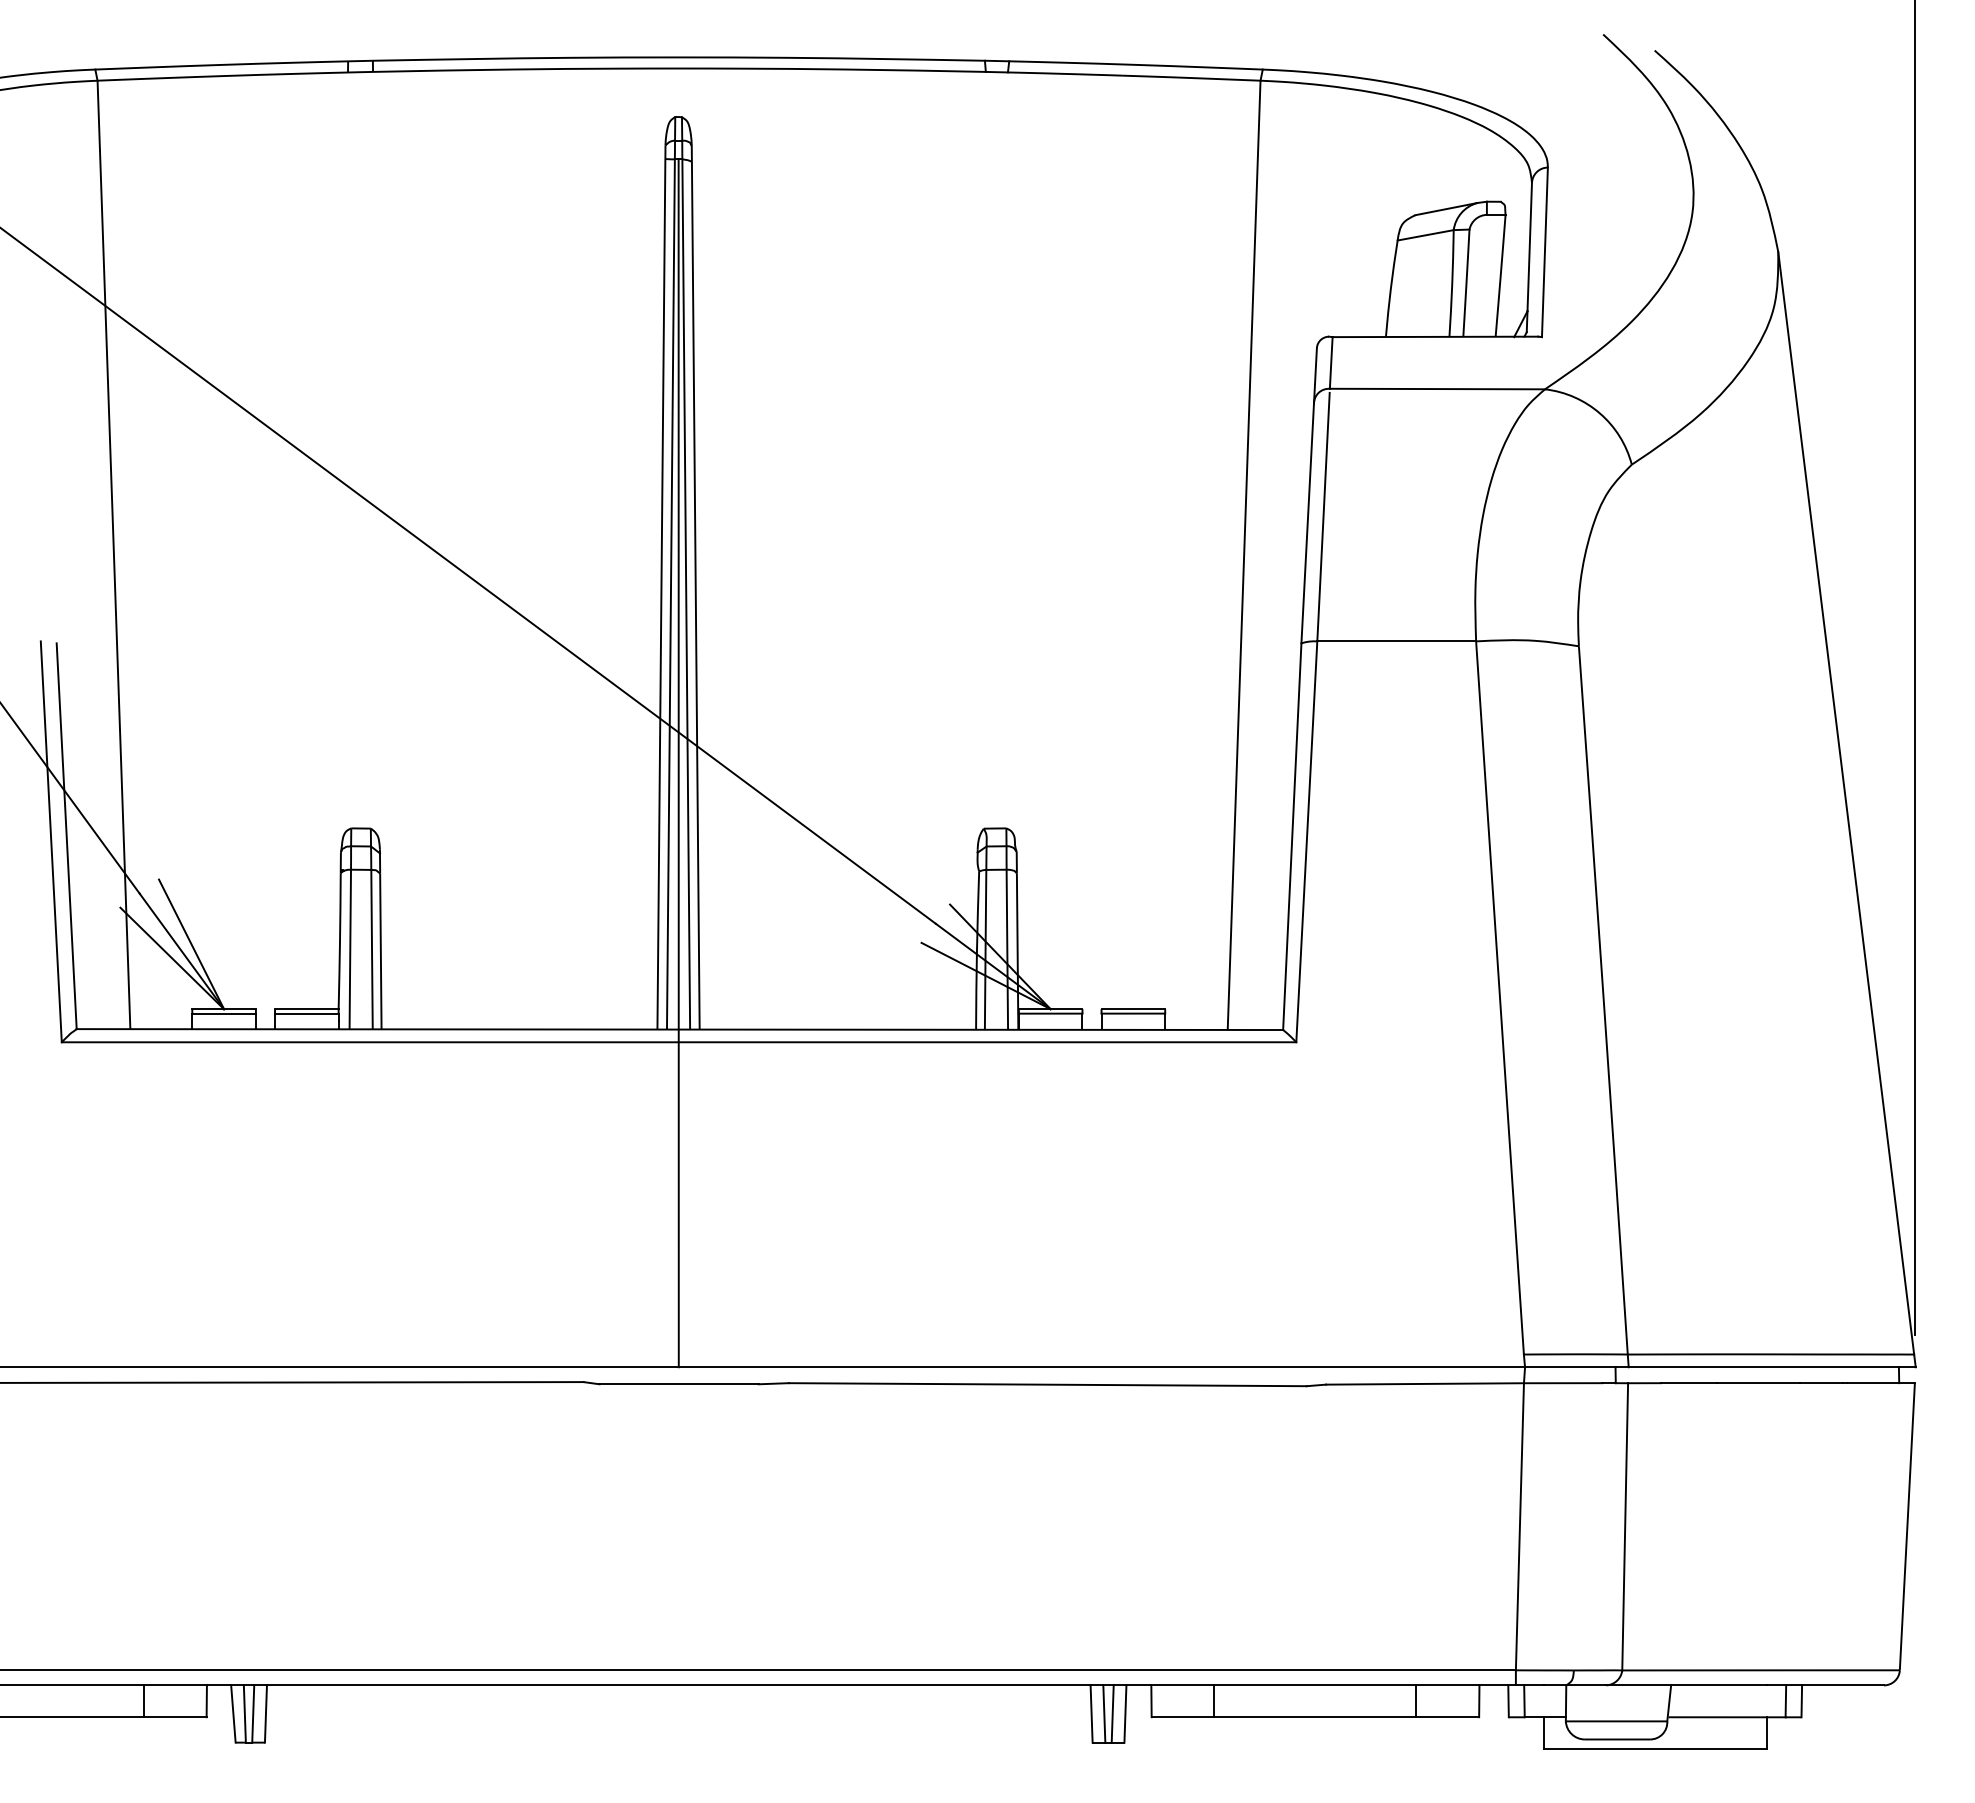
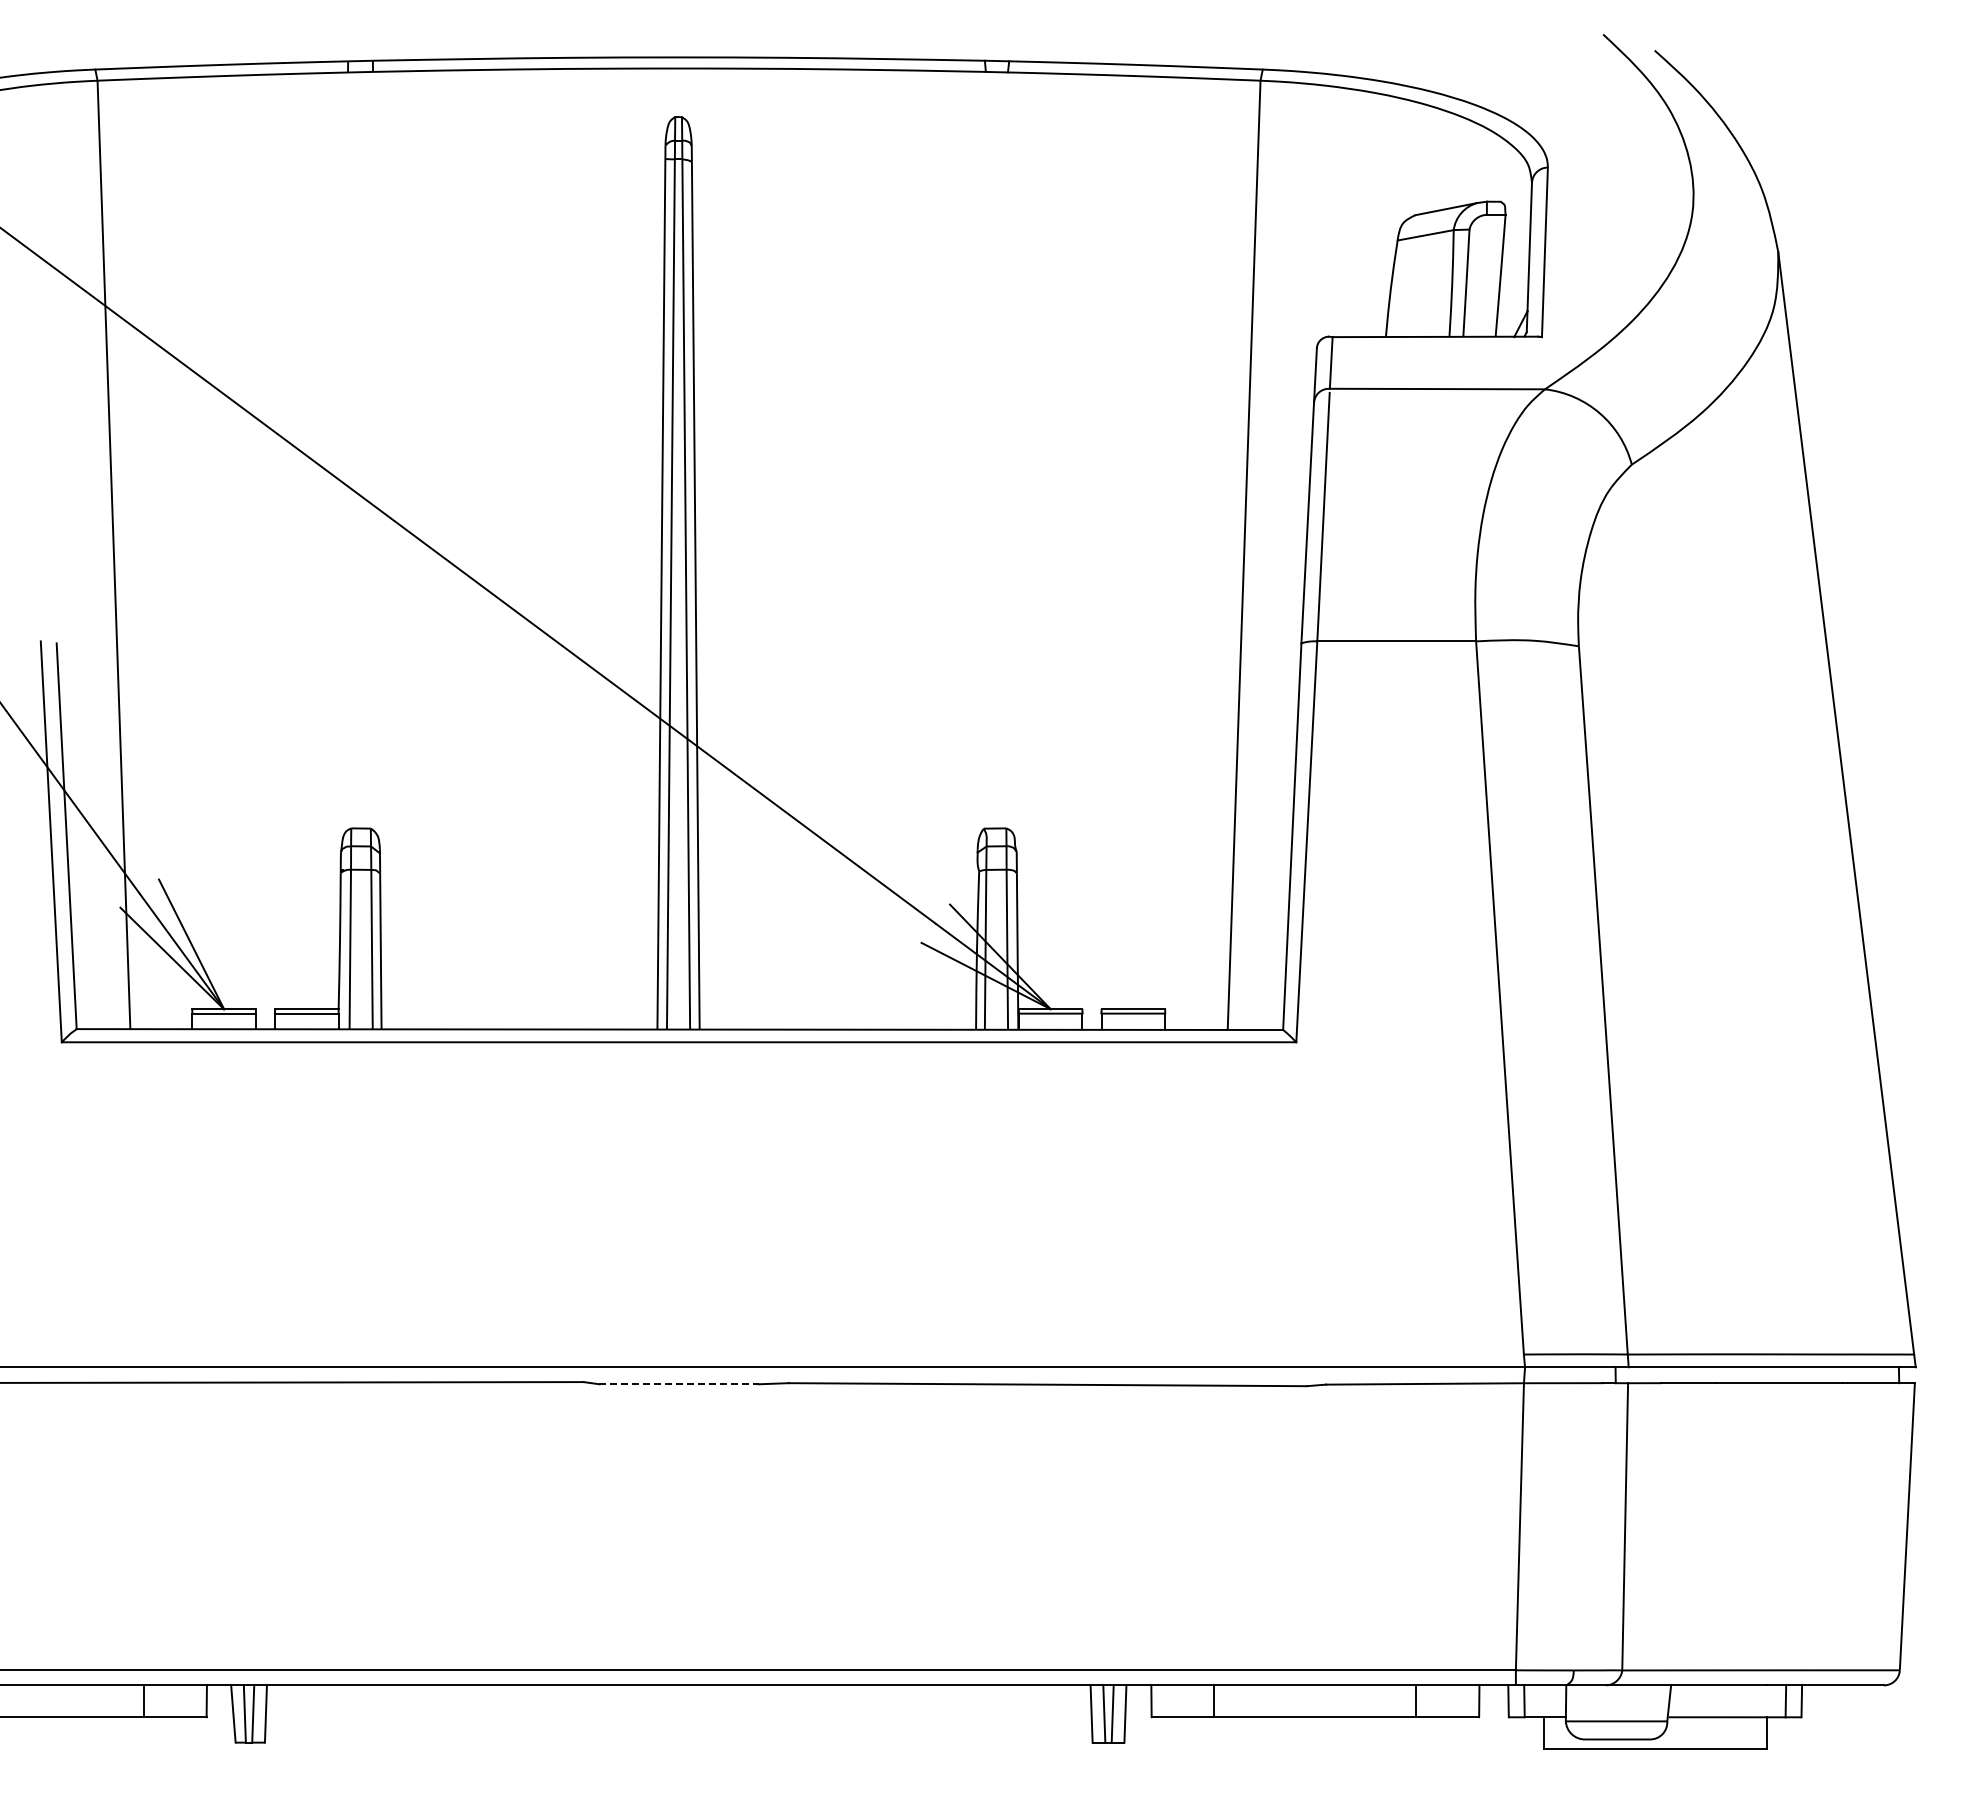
line at (1914, 668): present -> none
line at (678, 763): present -> none
line at (679, 1384): solid -> dashed
